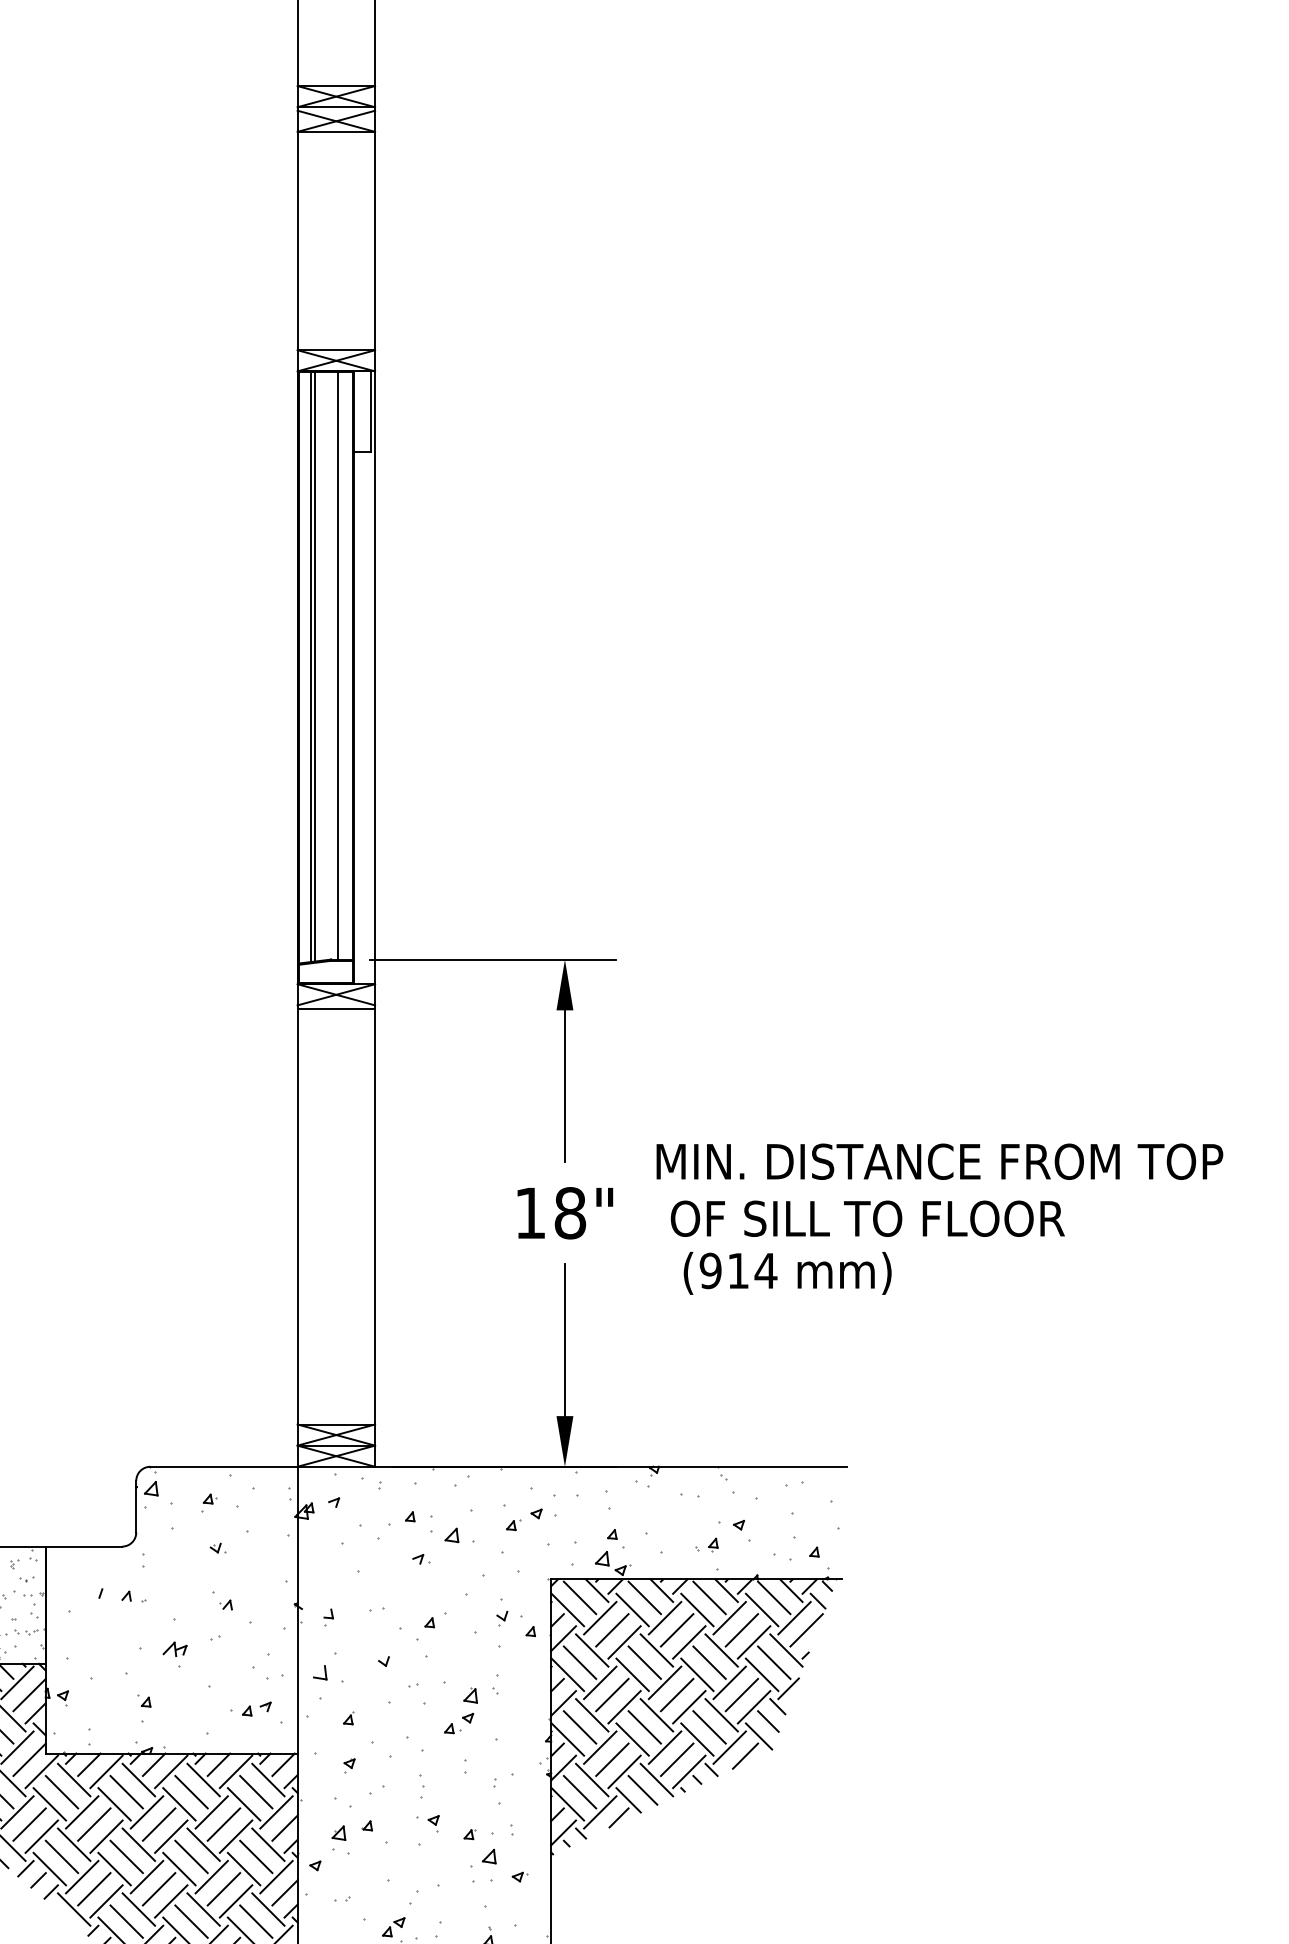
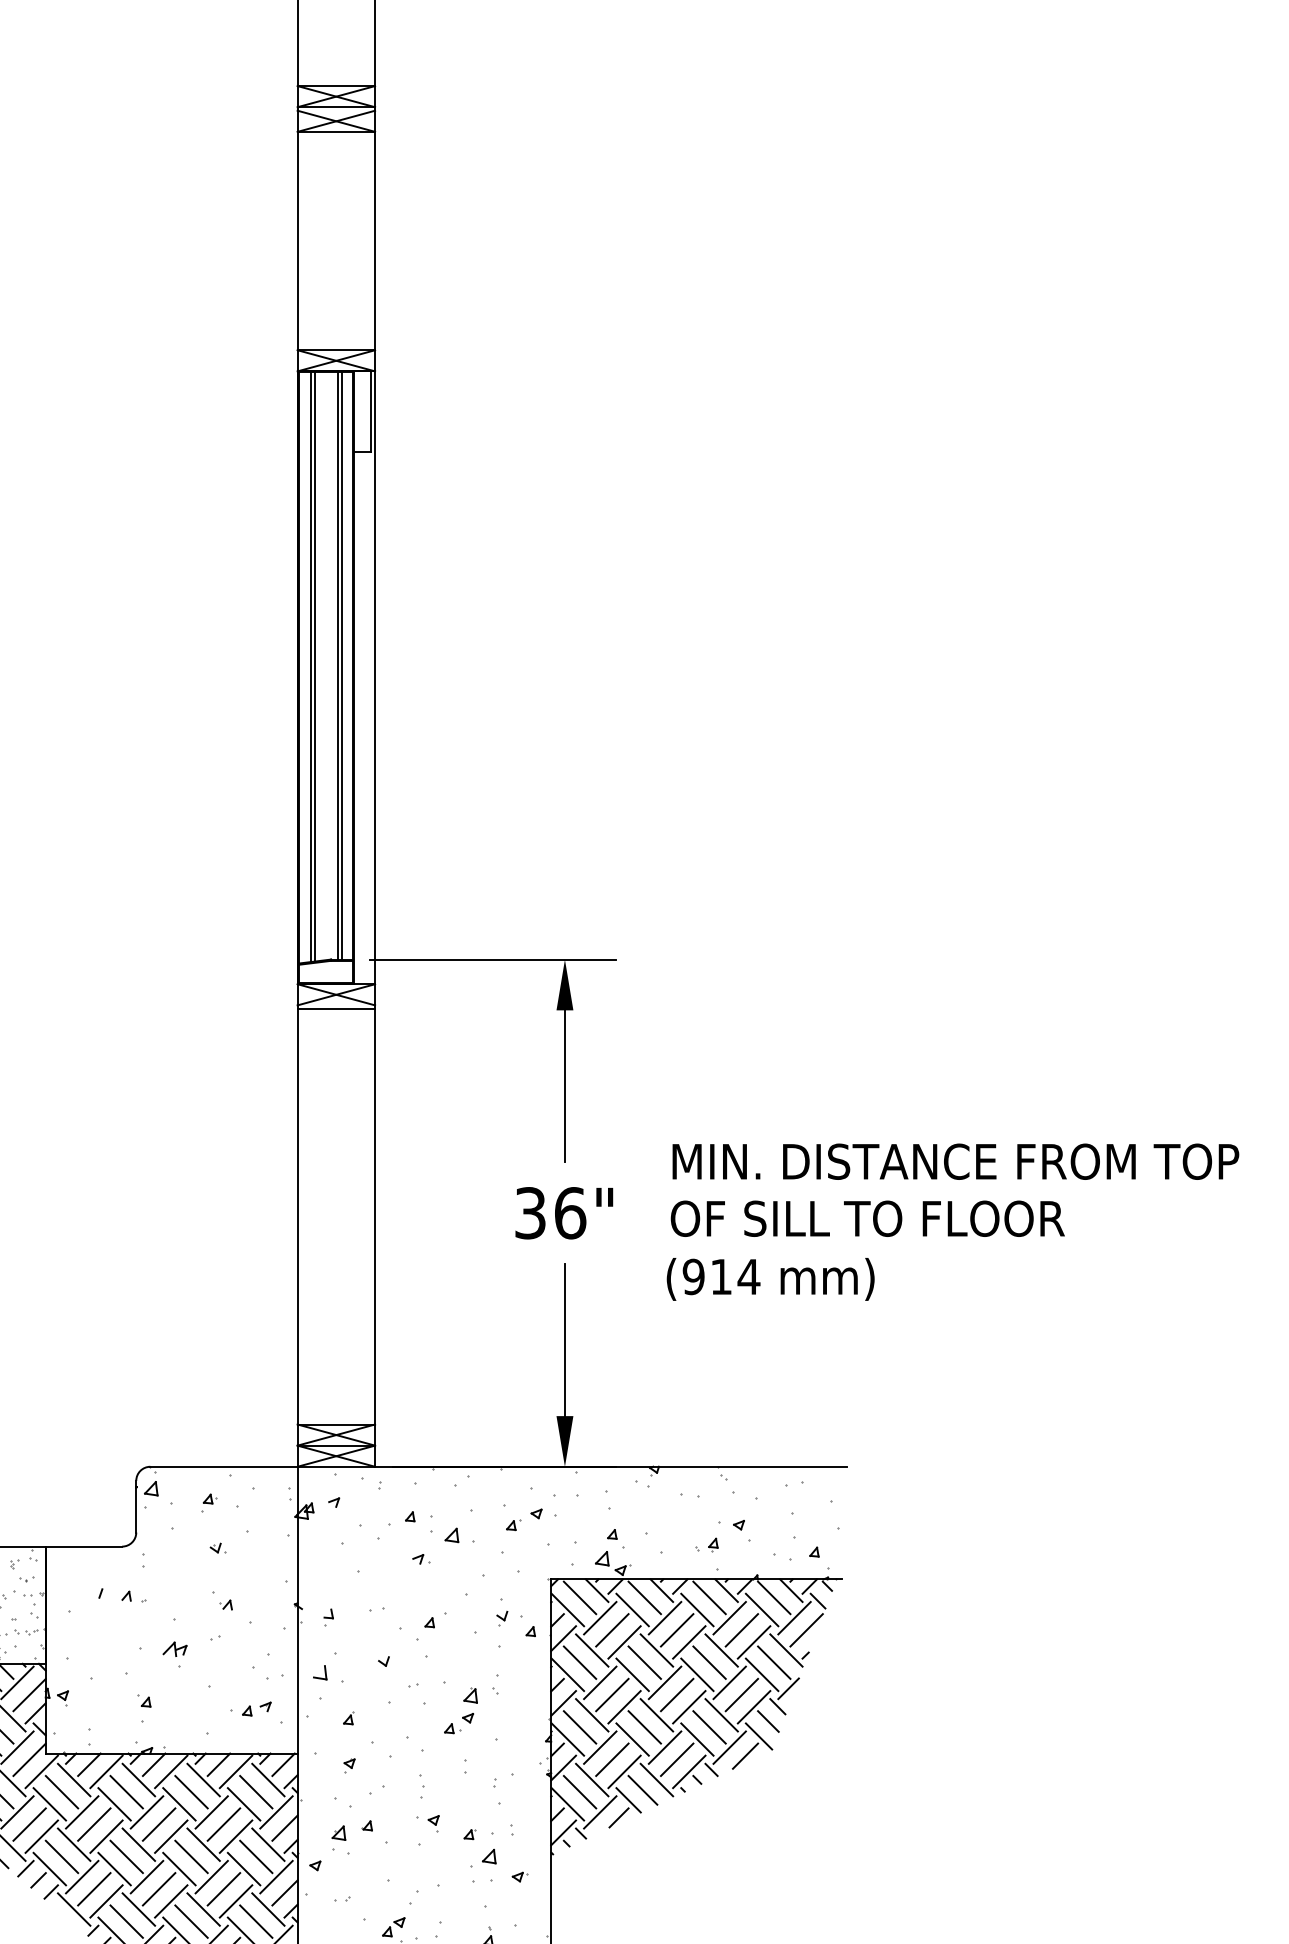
line at (341, 665): none -> present
text at (939, 1161) position: (939, 1161) -> (955, 1161)
text at (550, 1213): 18" -> 36"
text at (787, 1273) position: (787, 1273) -> (770, 1279)
